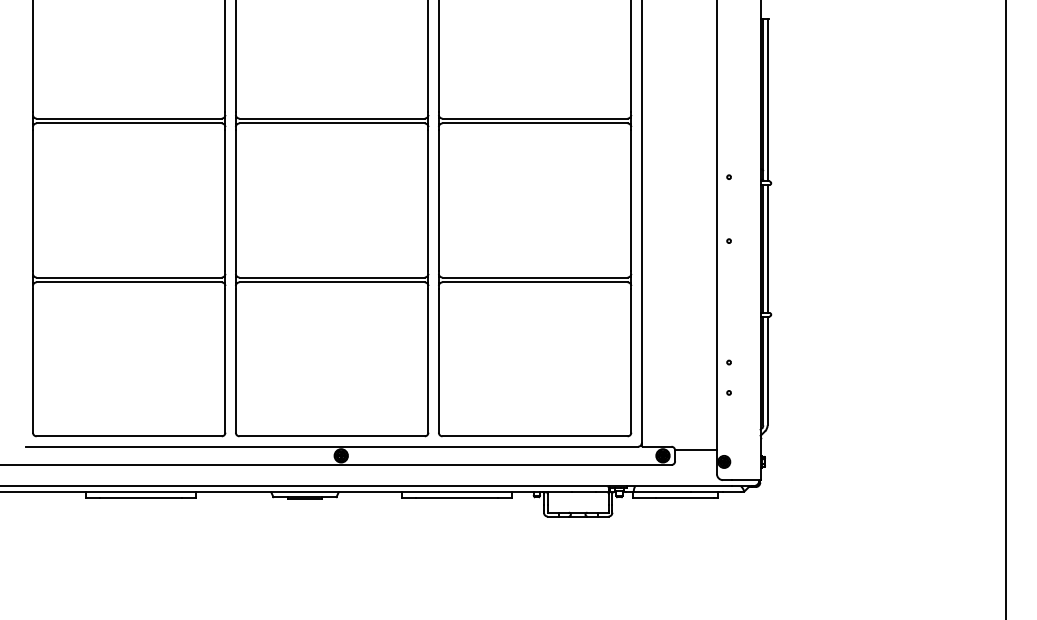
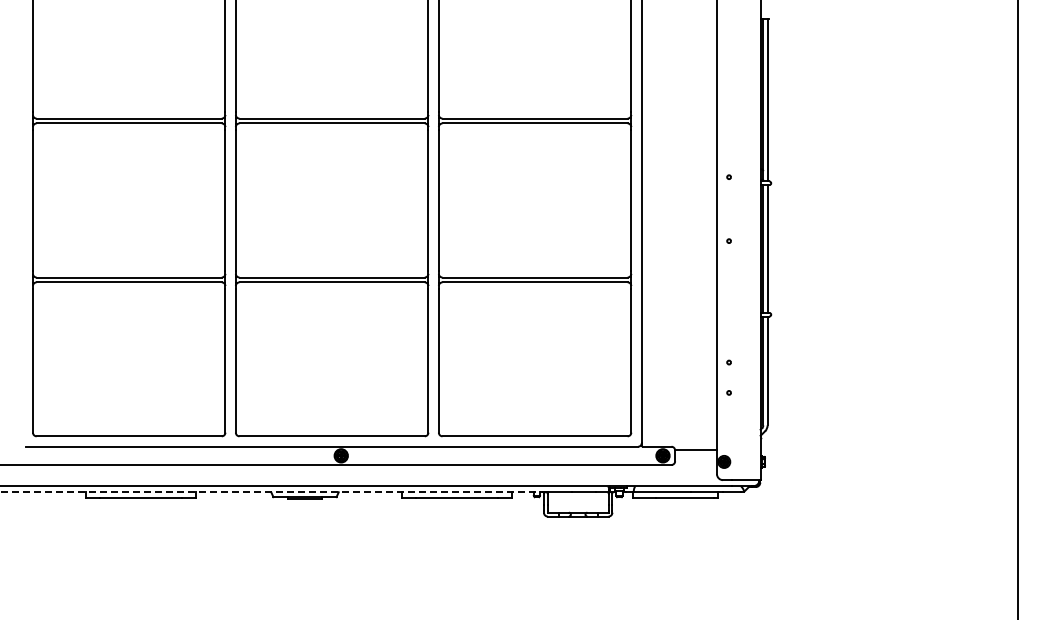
line at (1005, 309) position: (1005, 309) -> (1017, 309)
line at (271, 492): solid -> dashed
